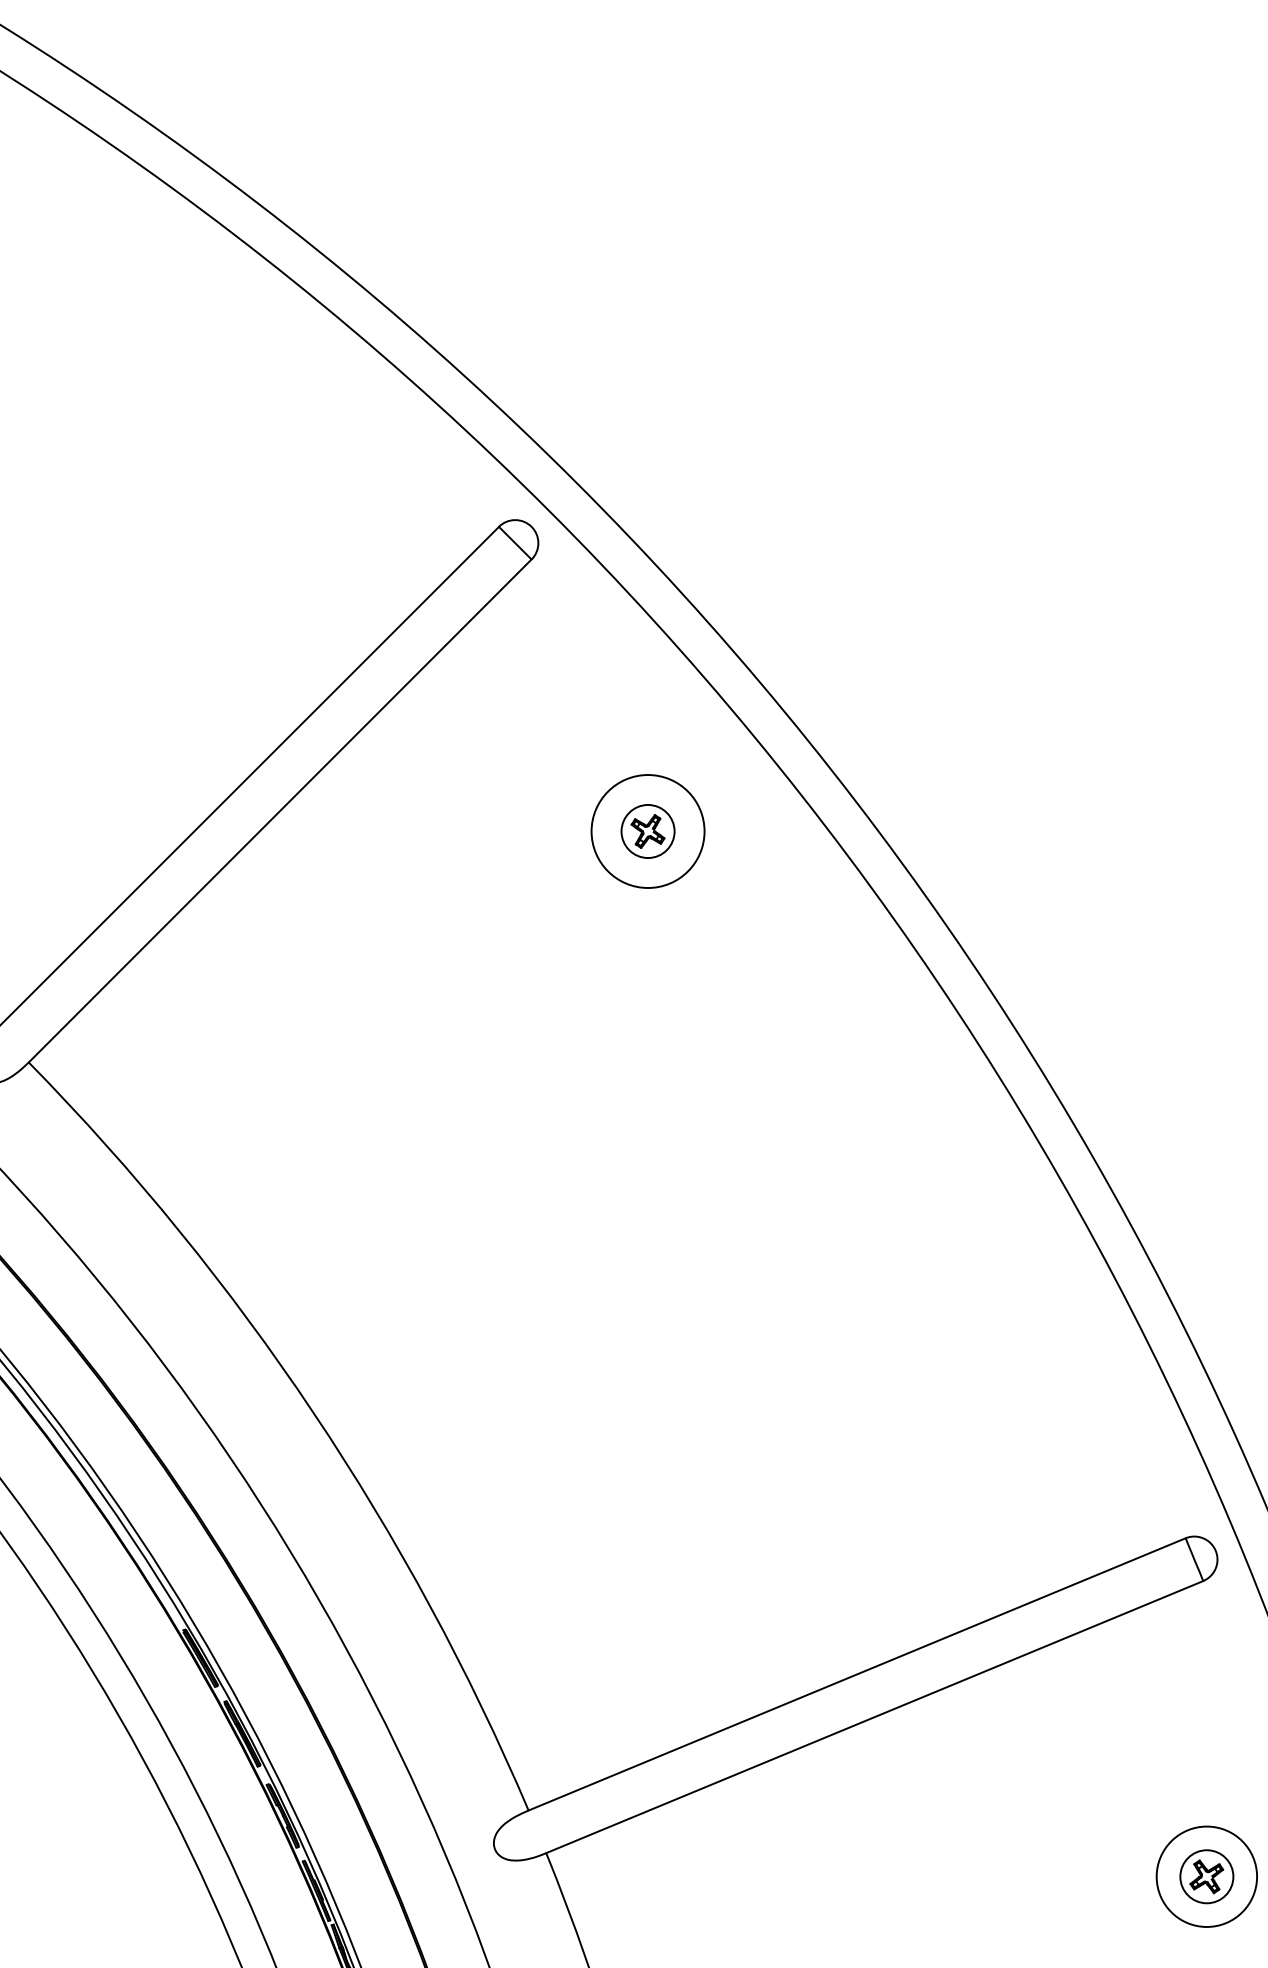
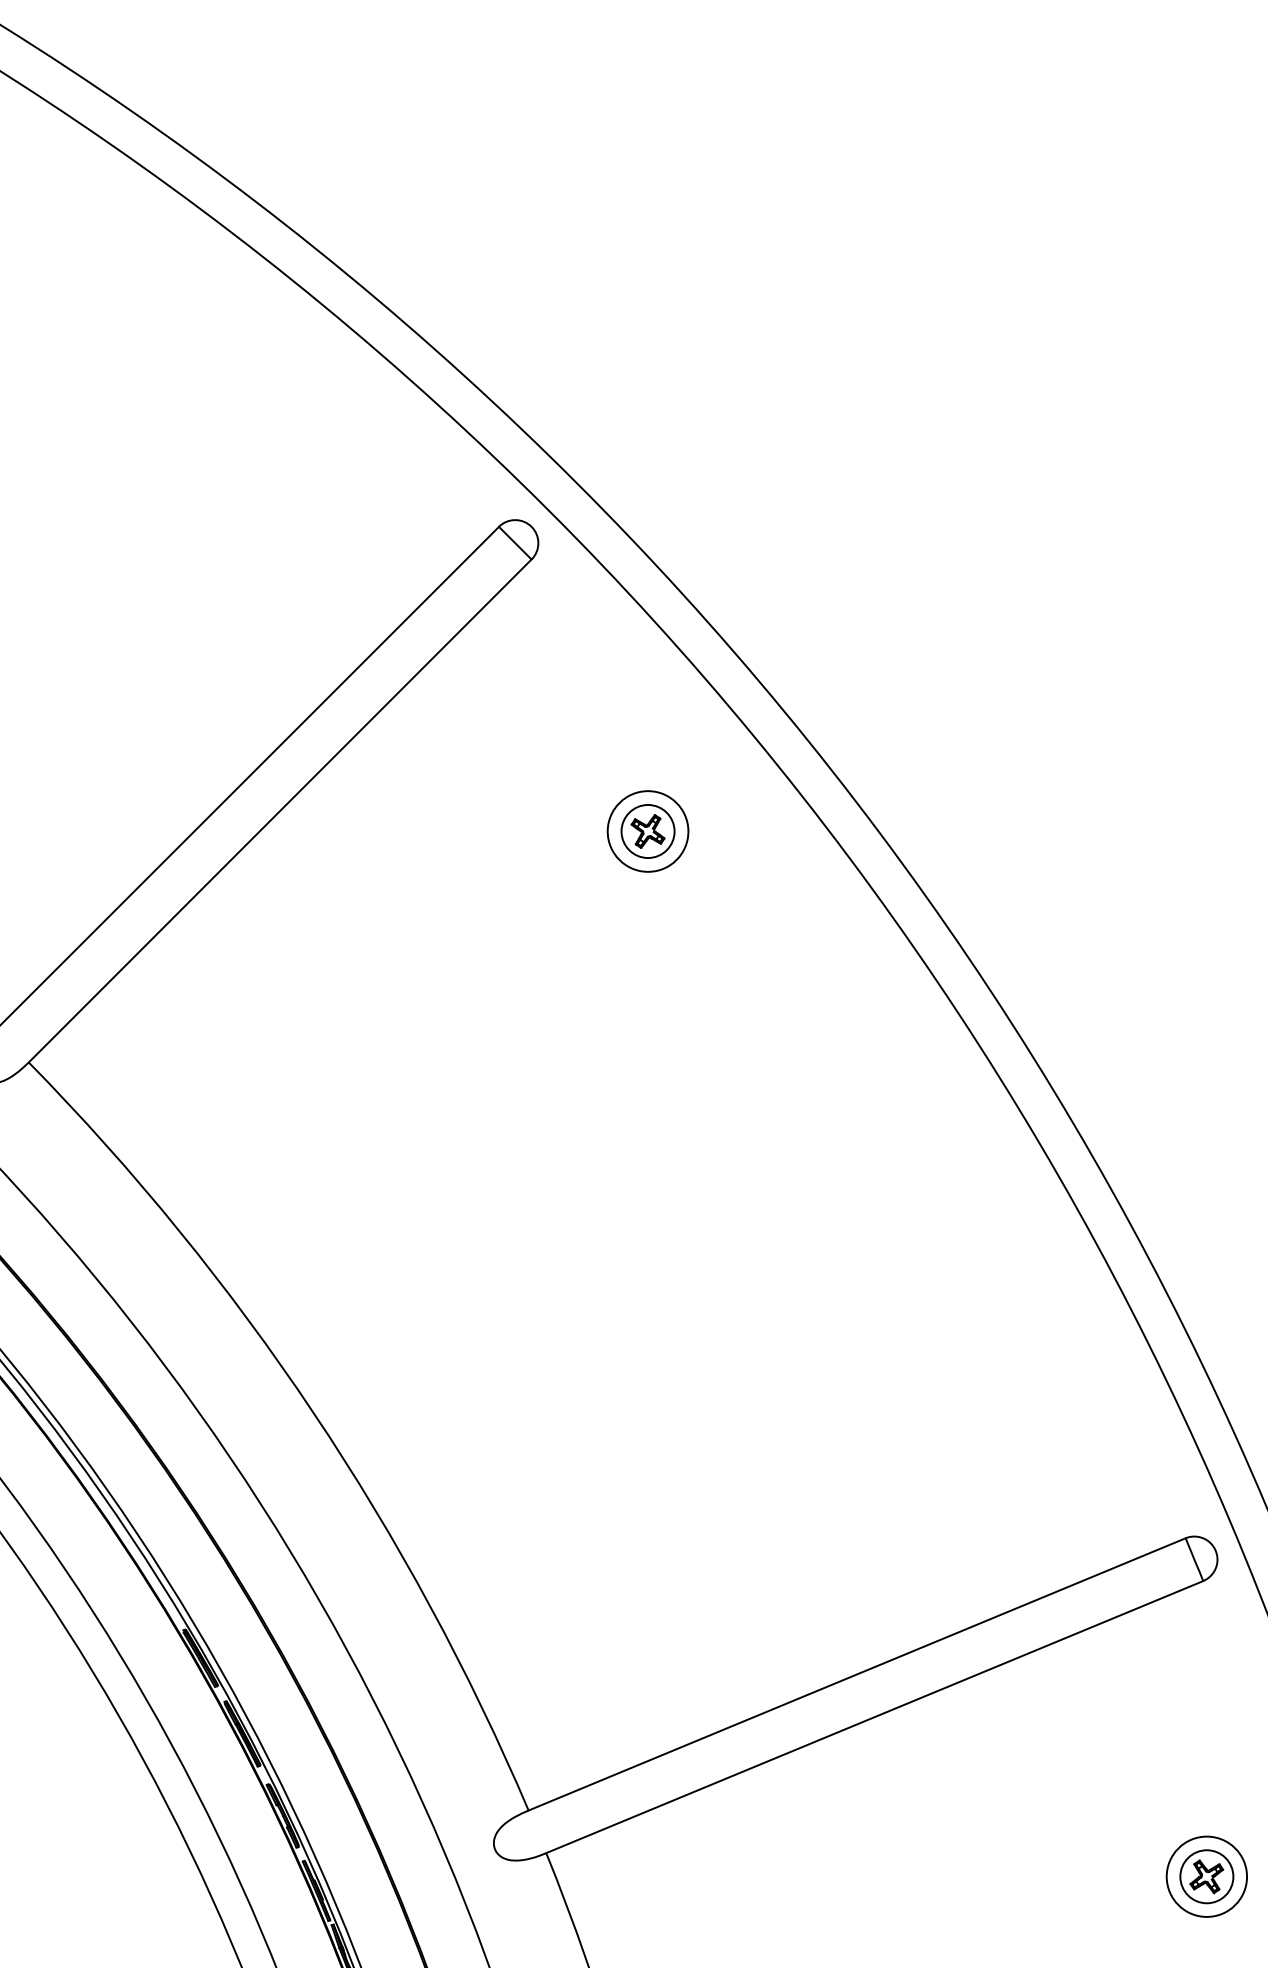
circle at (647, 831) diameter: 113 px -> 81 px
circle at (1206, 1876) diameter: 100 px -> 80 px
